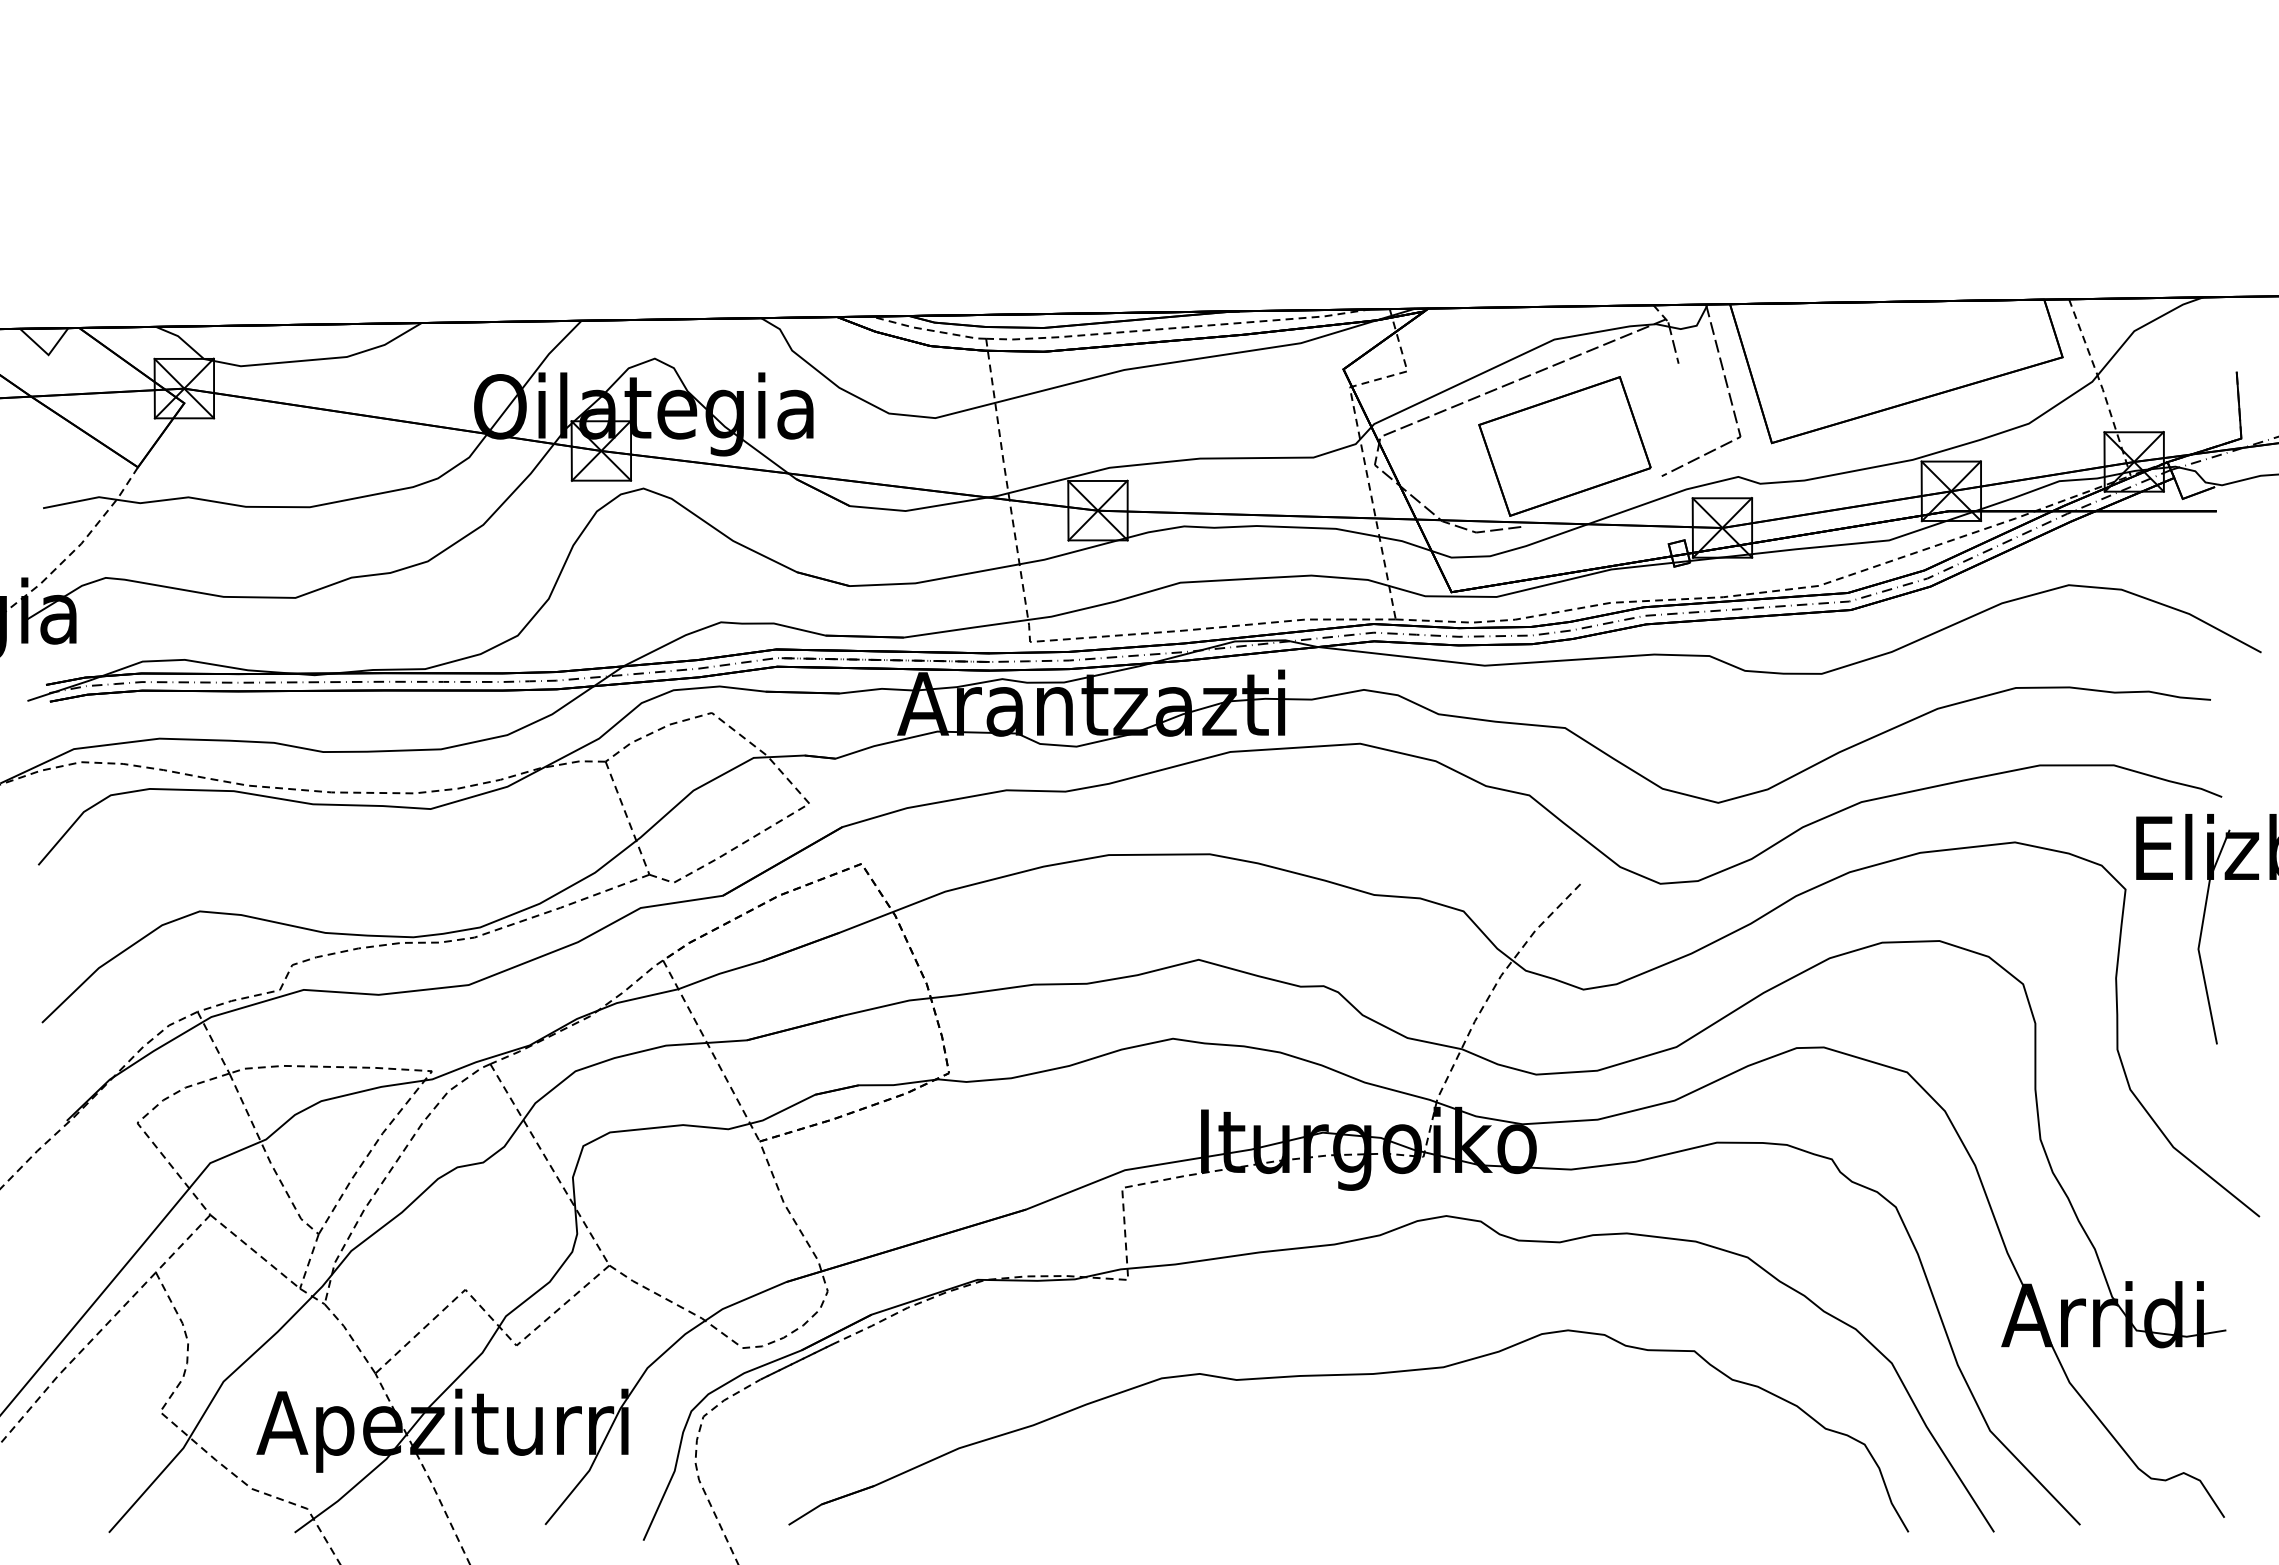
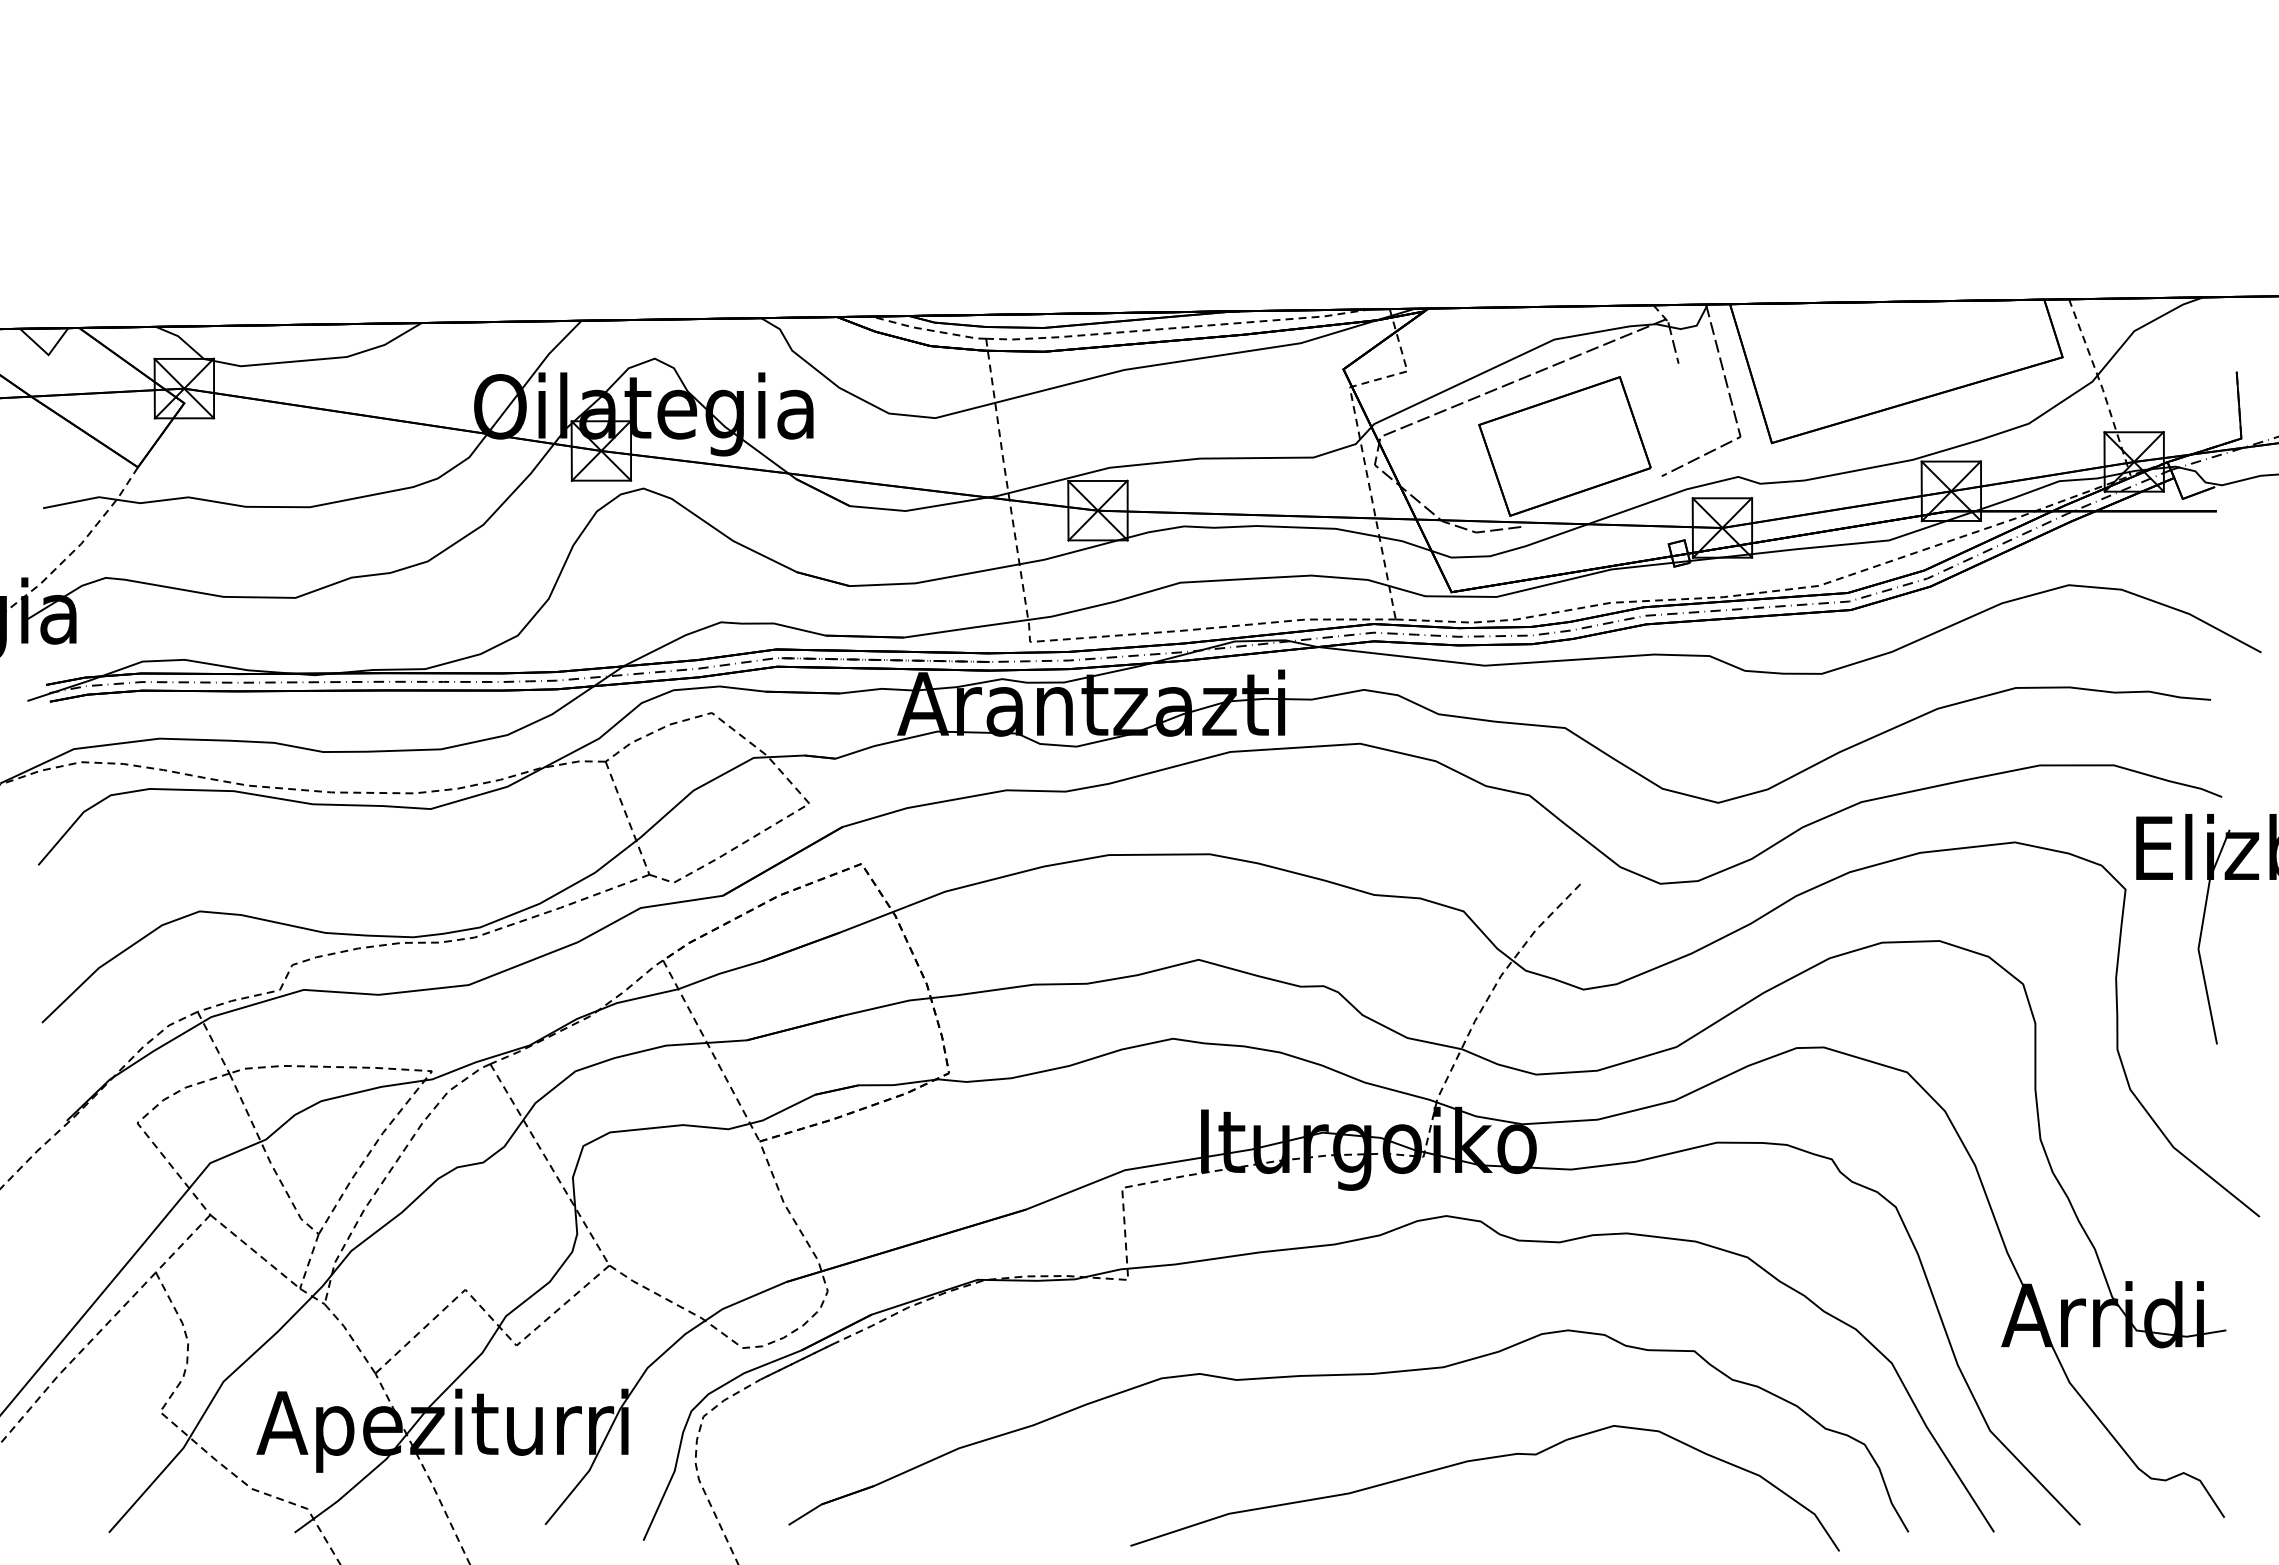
curve at (1481, 1460): none -> present
